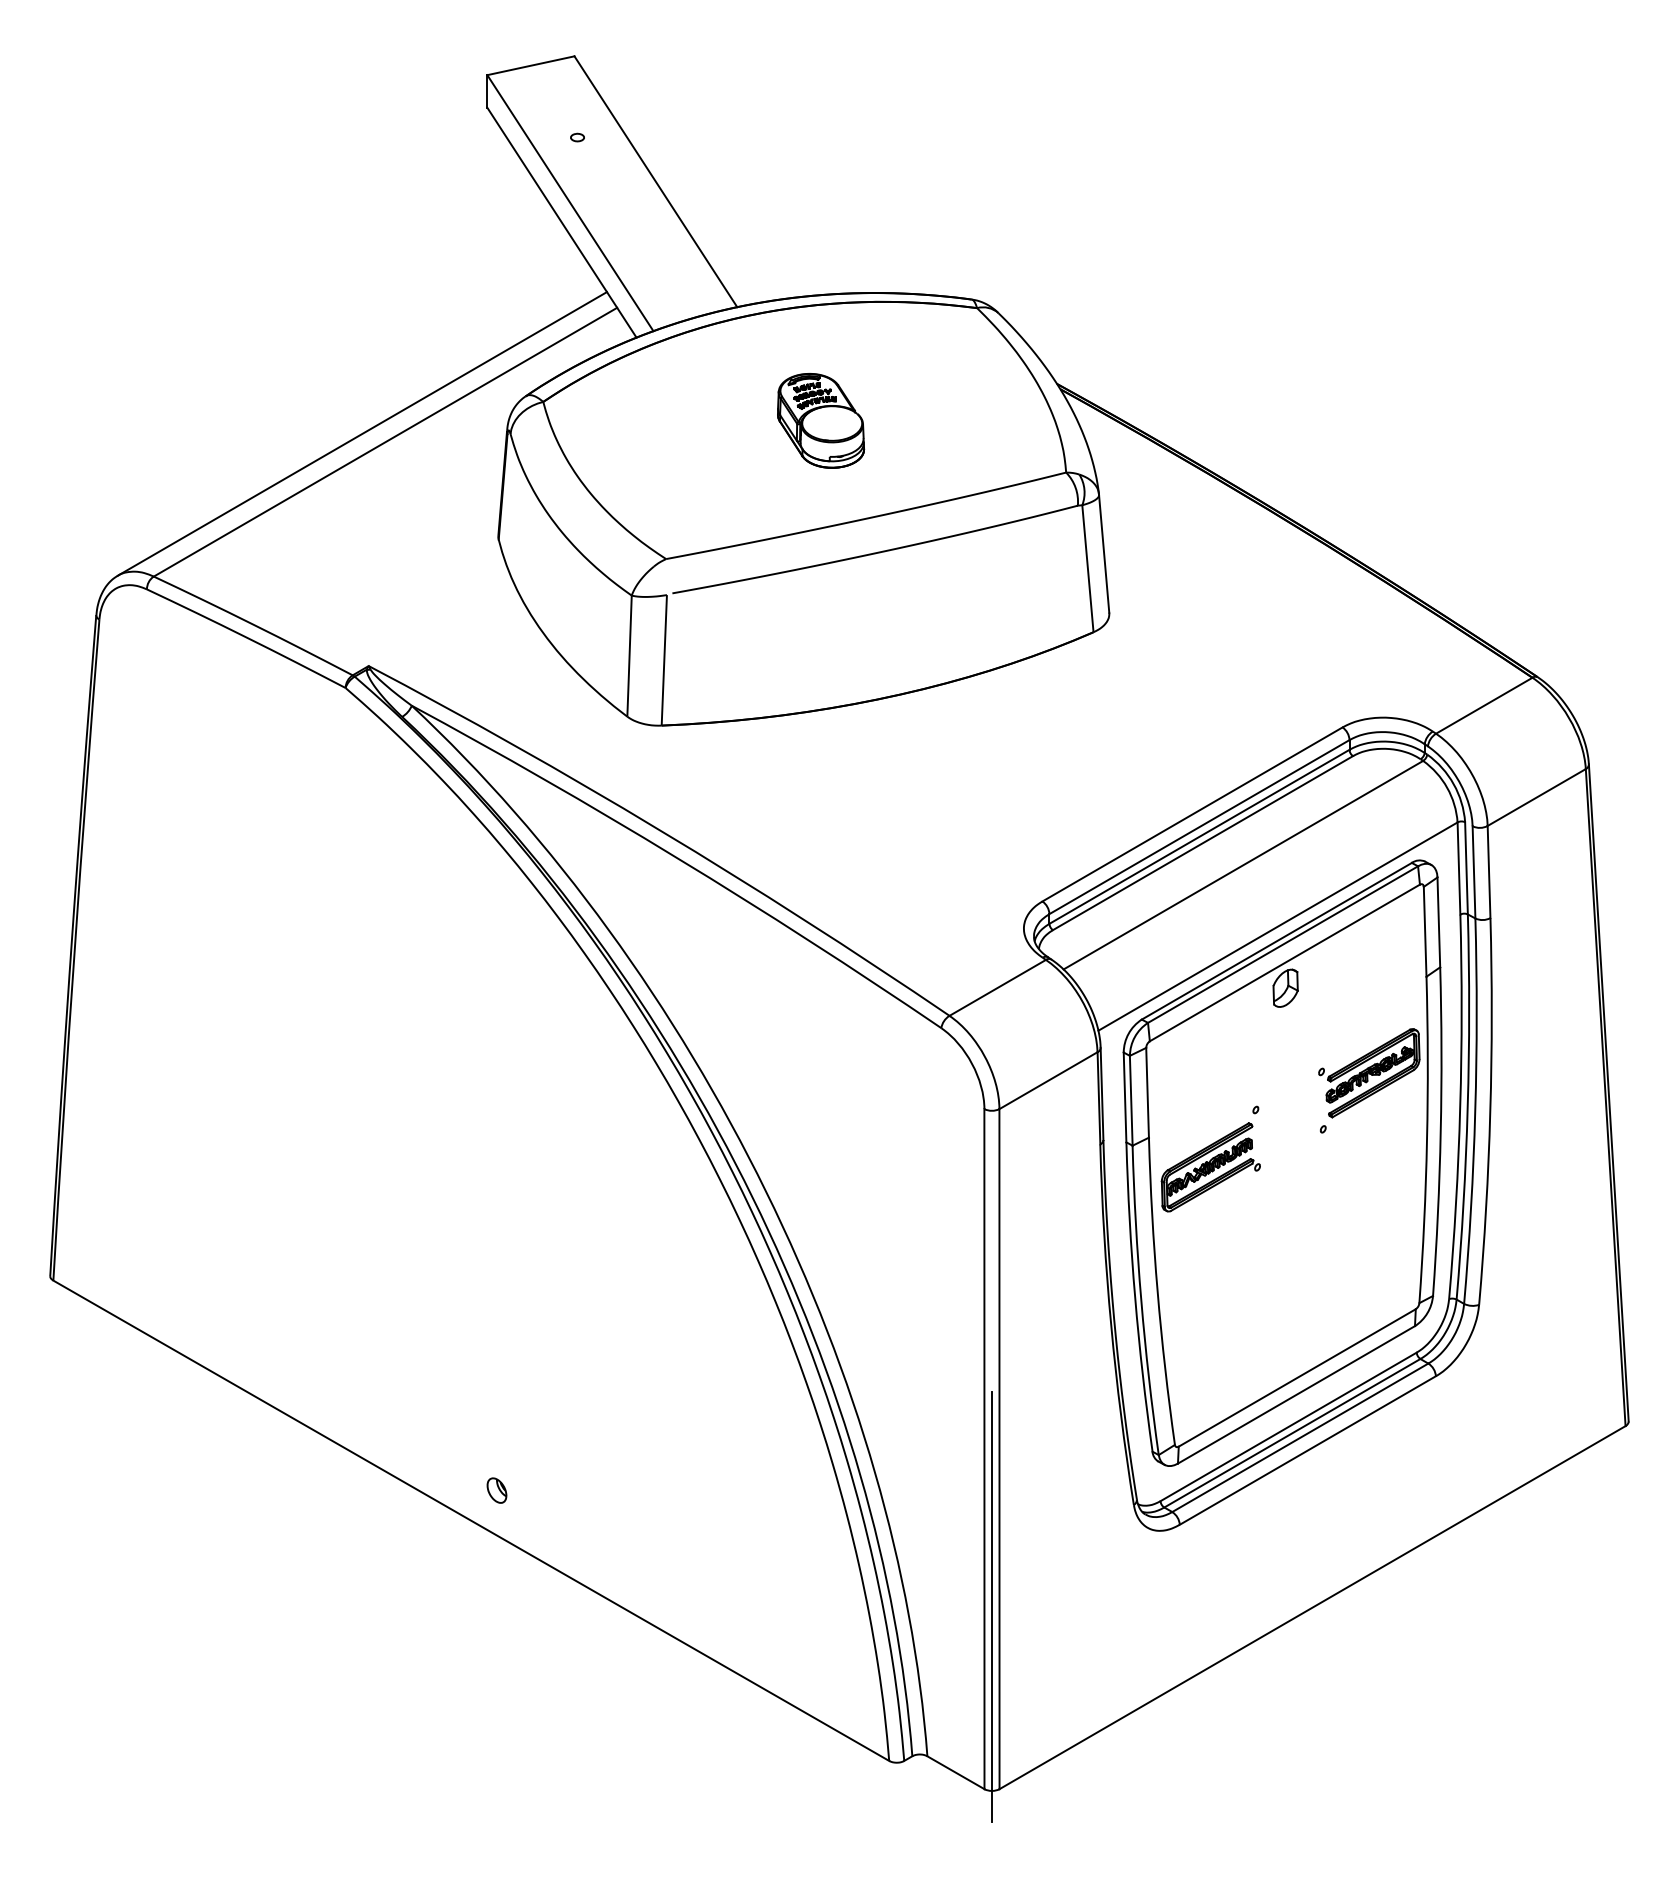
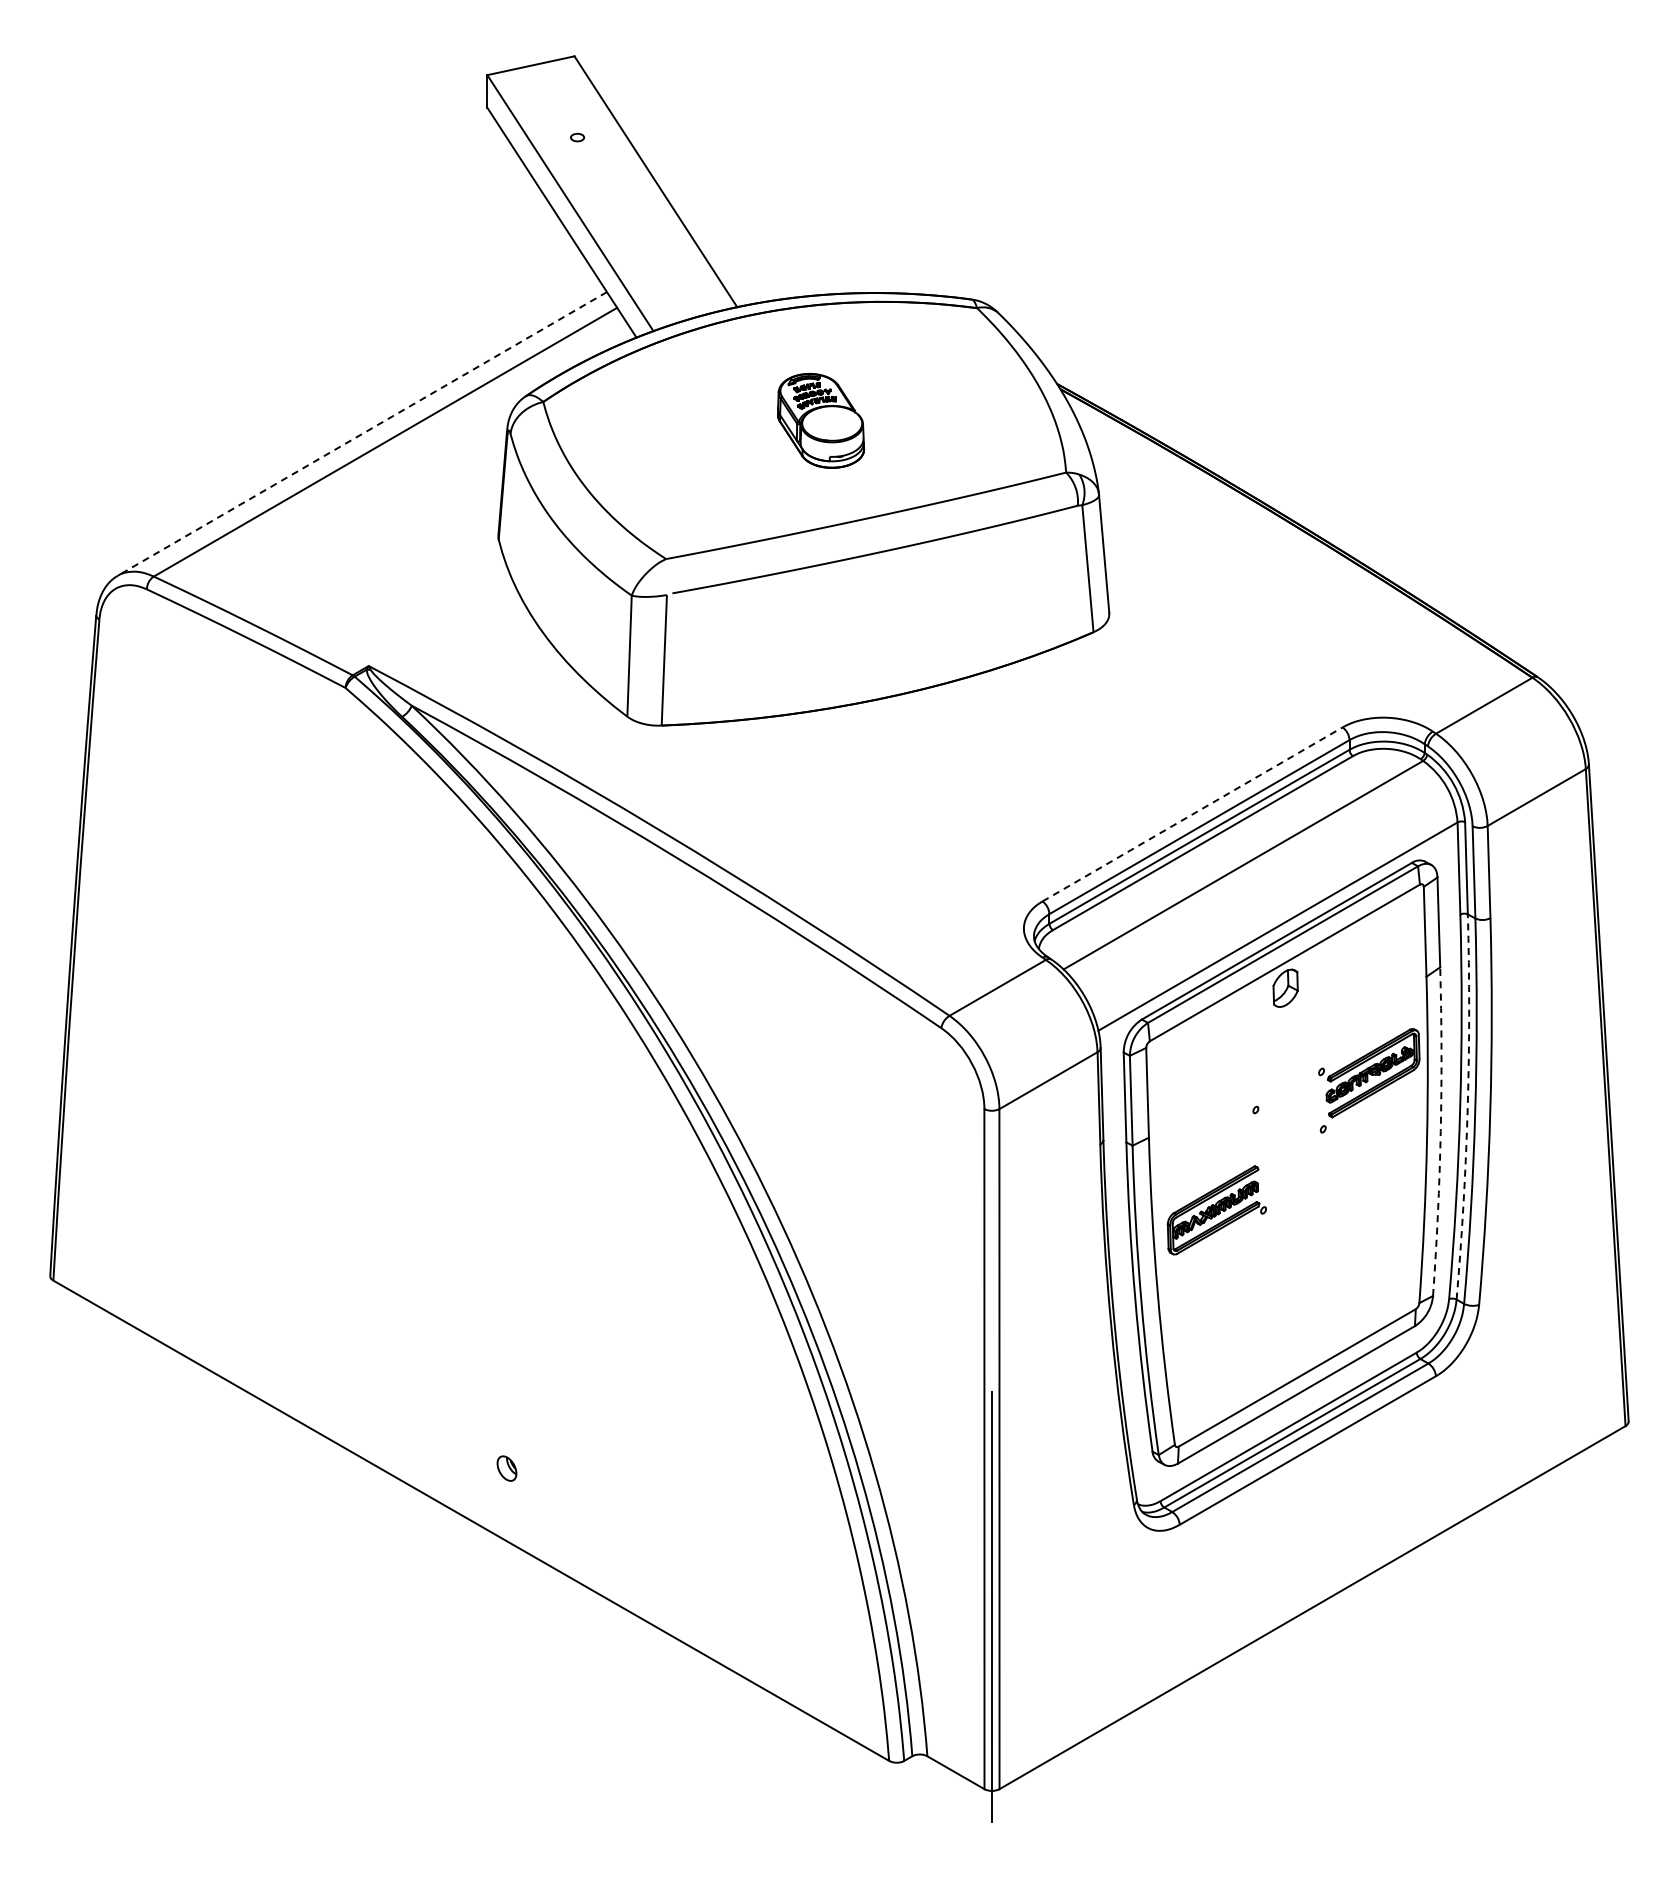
line at (362, 433): solid -> dashed
line at (1192, 814): solid -> dashed
arc at (1467, 1107): solid -> dashed
arc at (1440, 1131): solid -> dashed
part at (1210, 1167) position: (1210, 1167) -> (1216, 1210)
part at (496, 1490) position: (496, 1490) -> (506, 1468)
